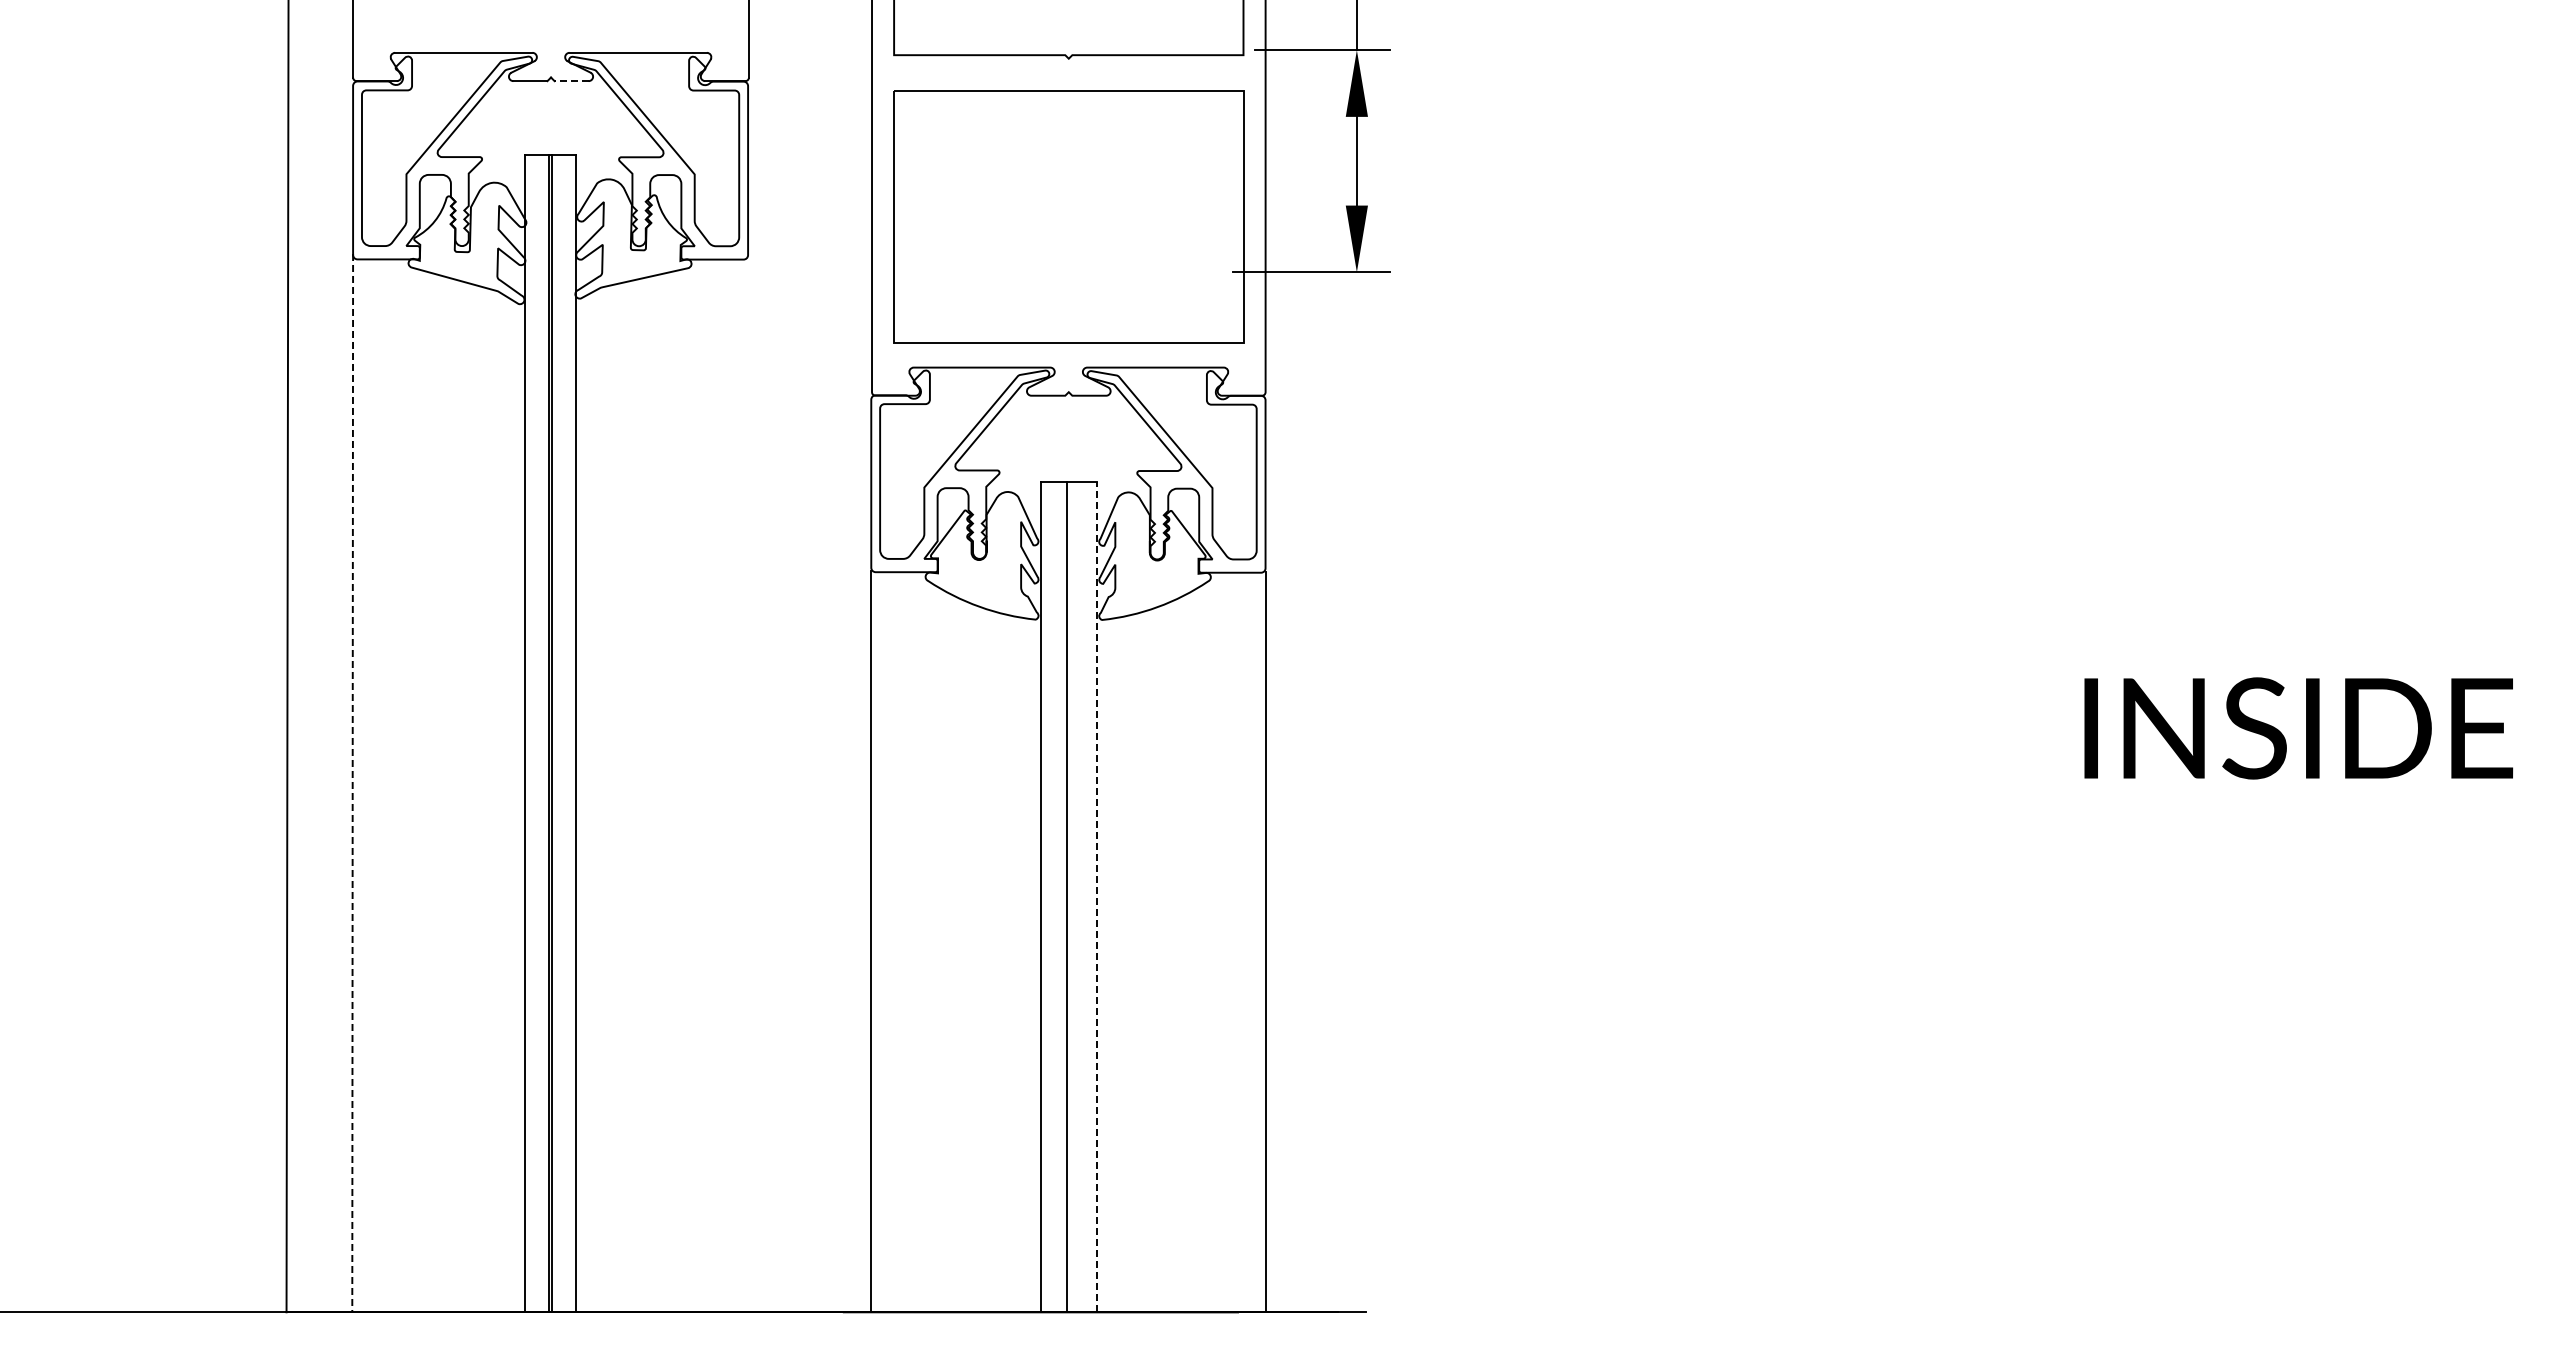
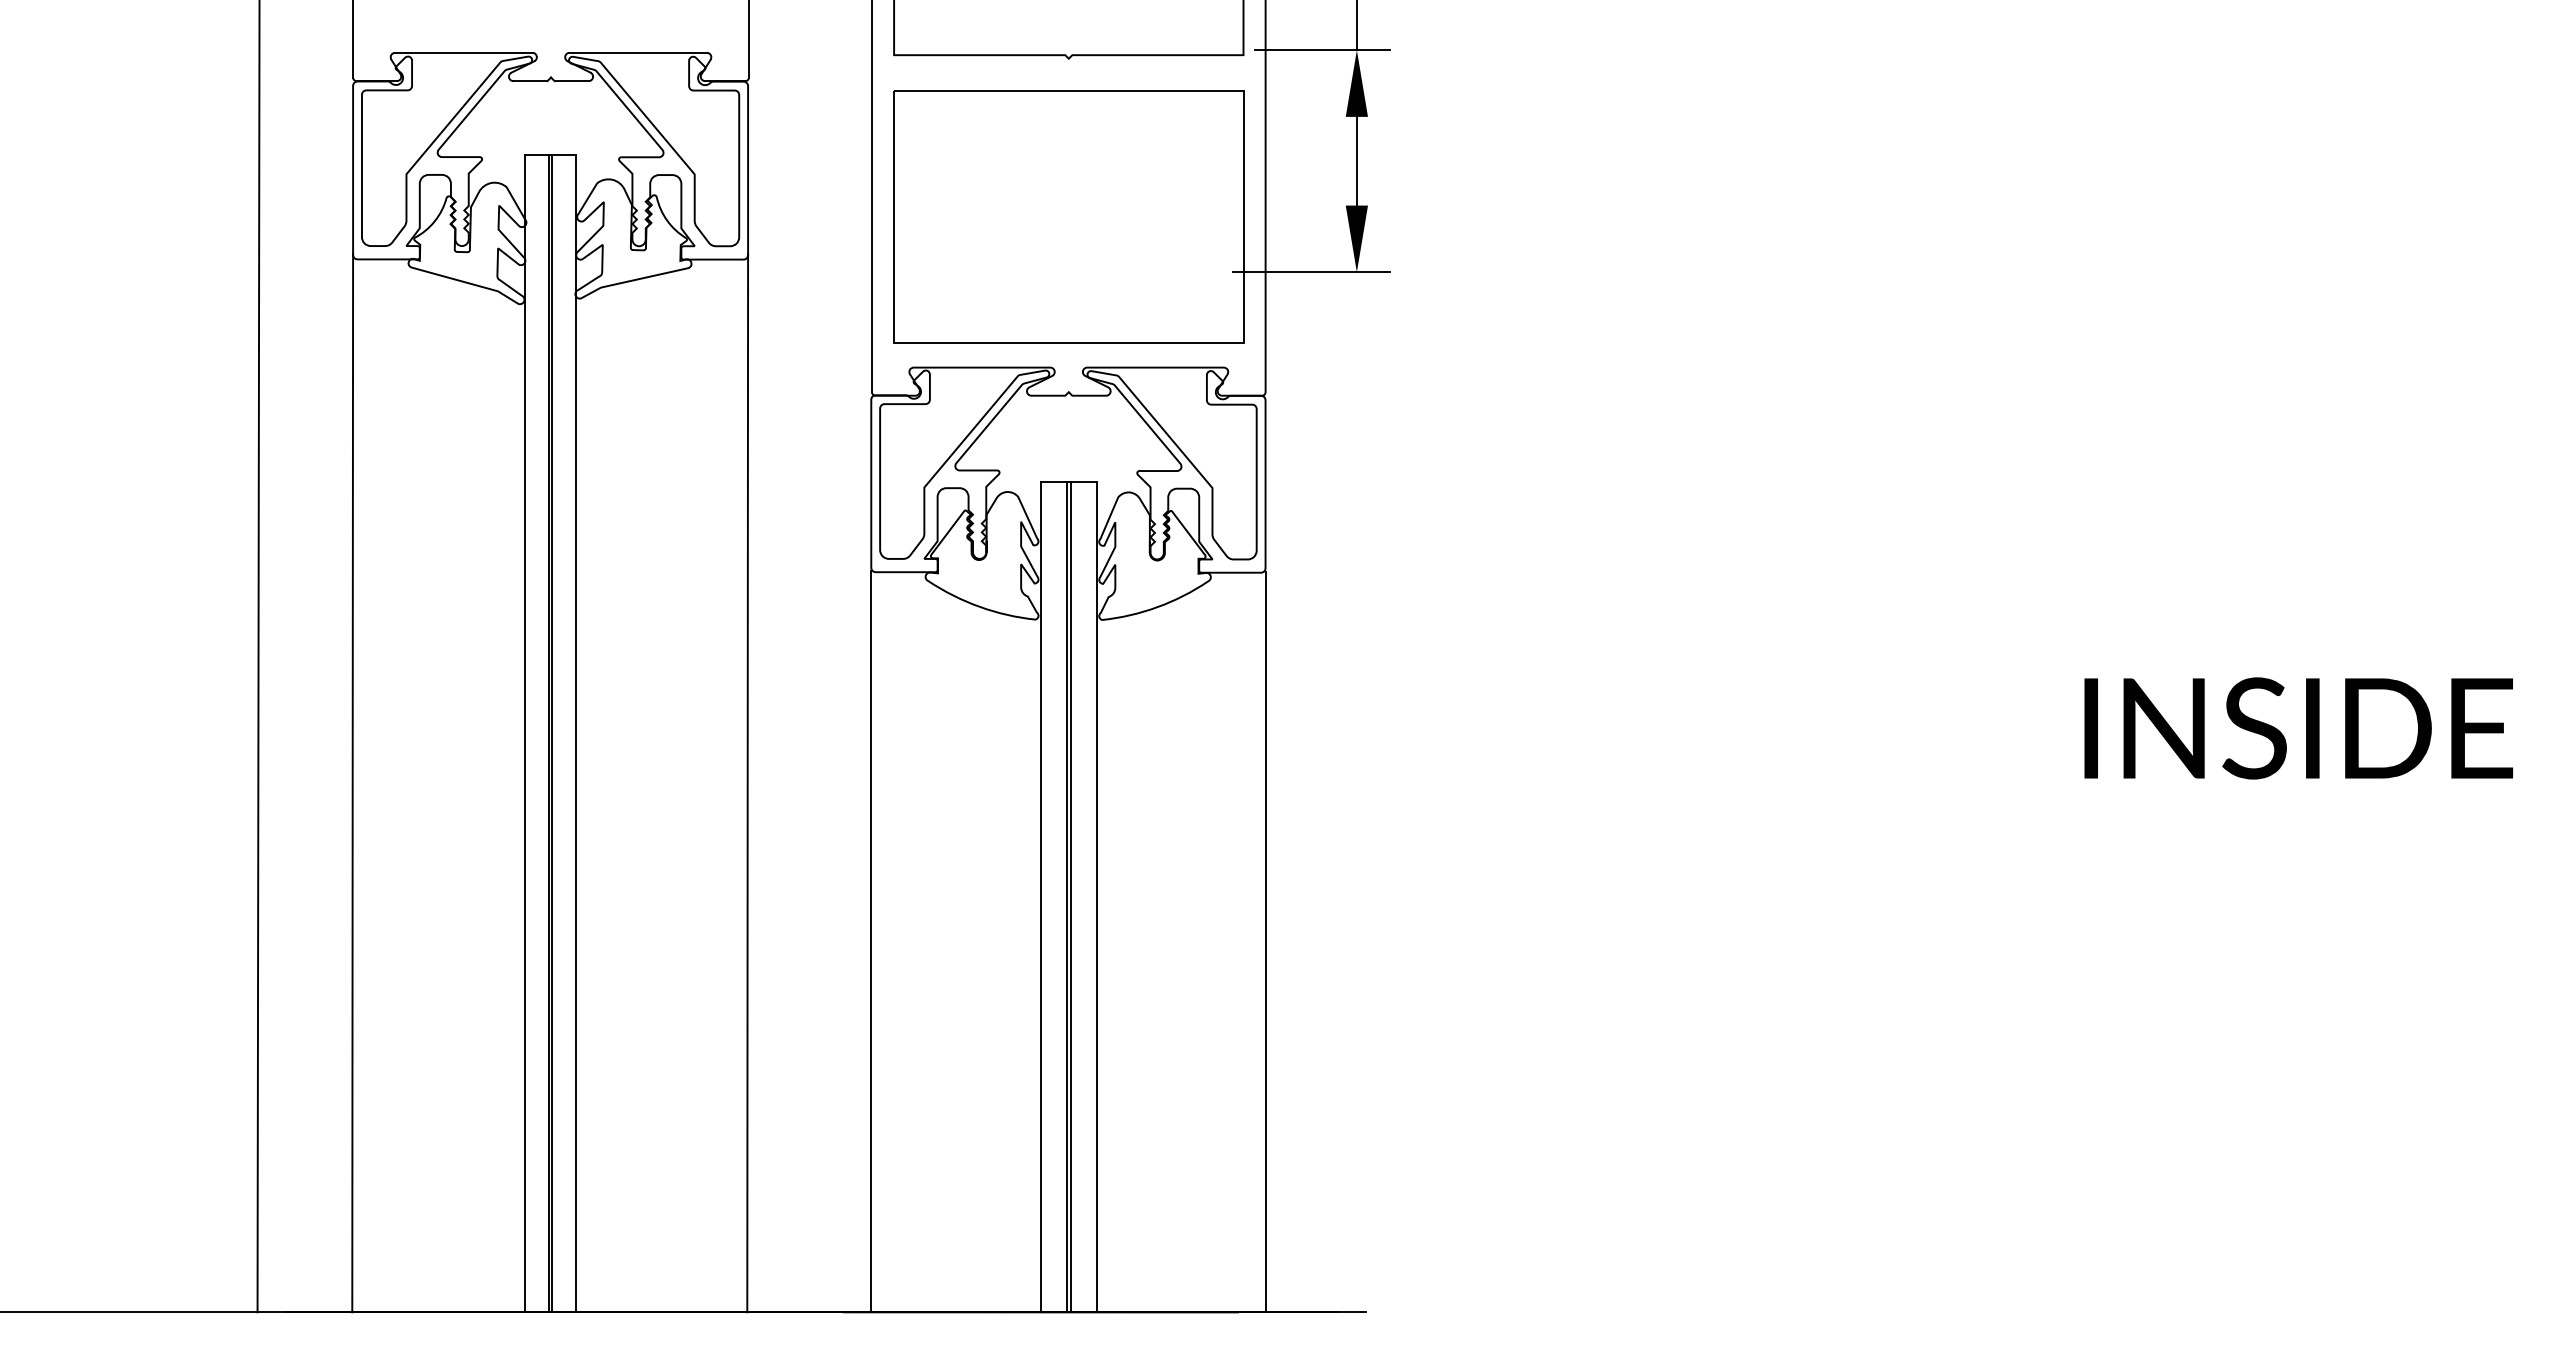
line at (571, 81): dashed -> solid
line at (287, 657) position: (287, 657) -> (258, 657)
line at (352, 783): dashed -> solid
line at (747, 783): none -> present
line at (1097, 896): dashed -> solid
line at (1070, 897): none -> present
